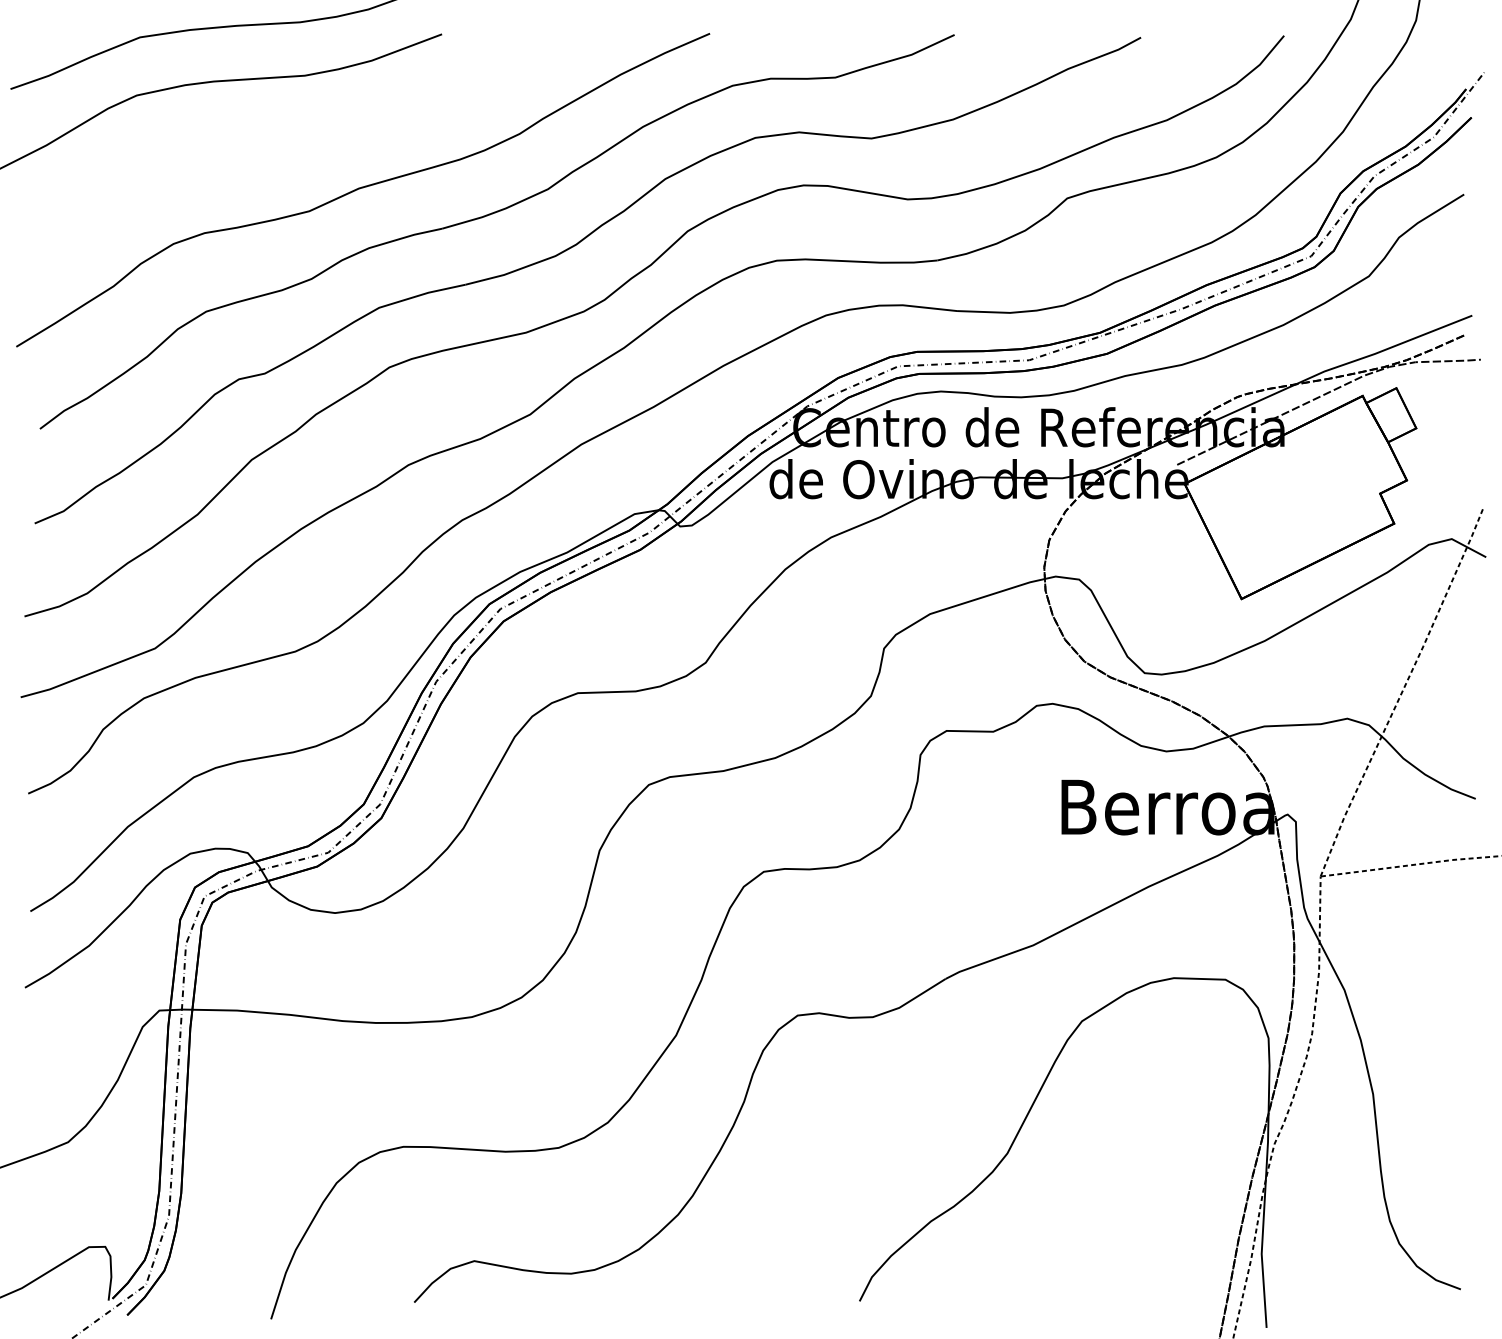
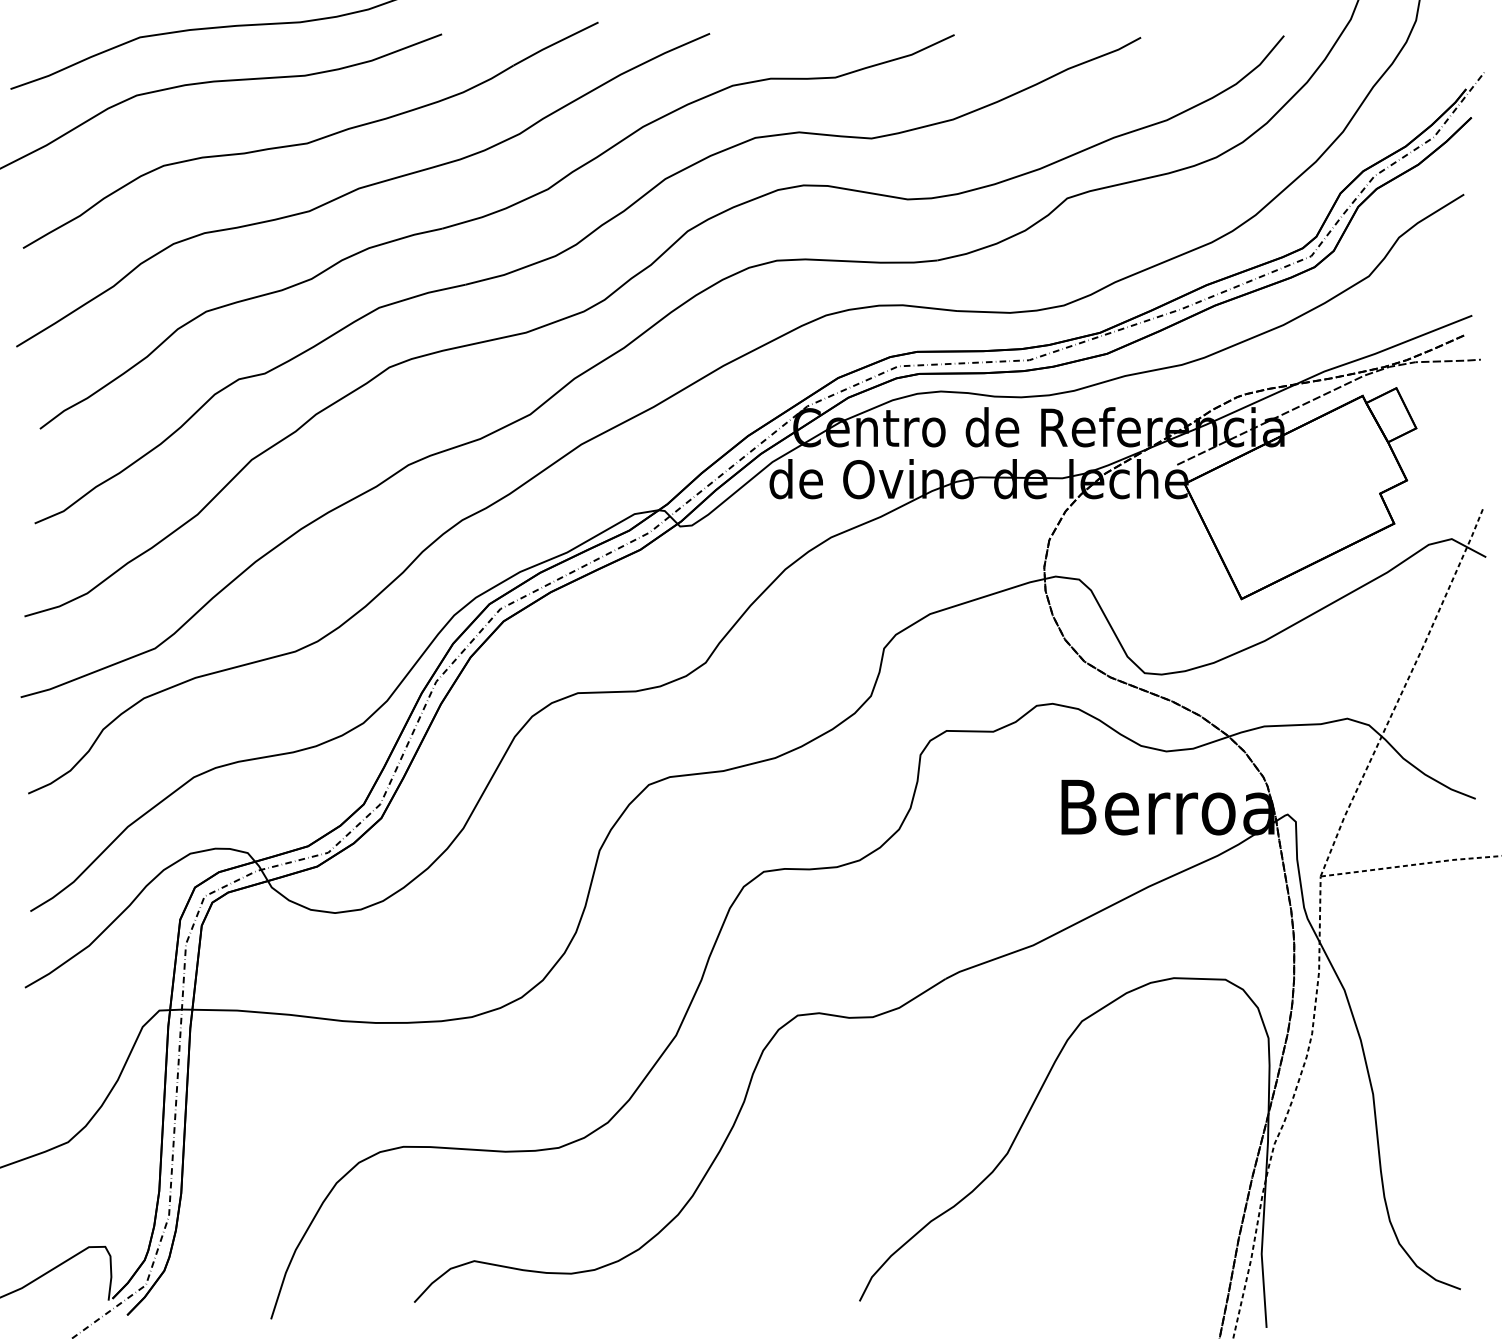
part at (312, 140): none -> present
